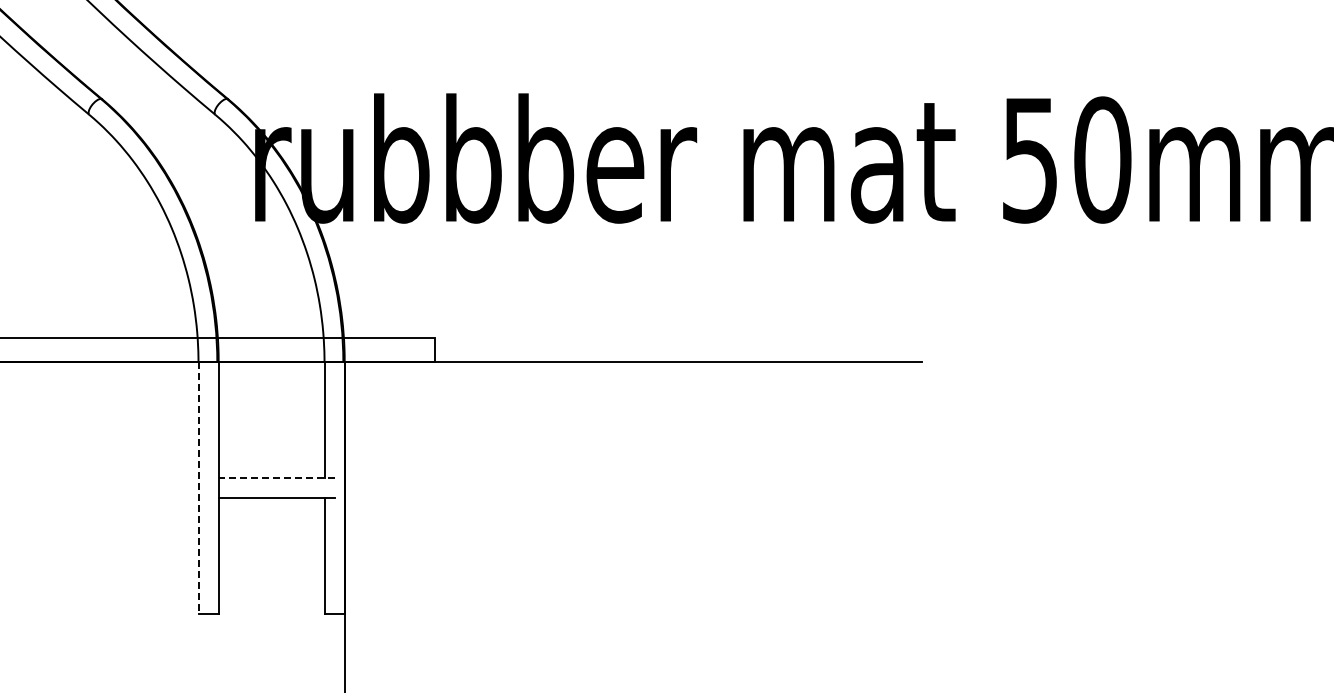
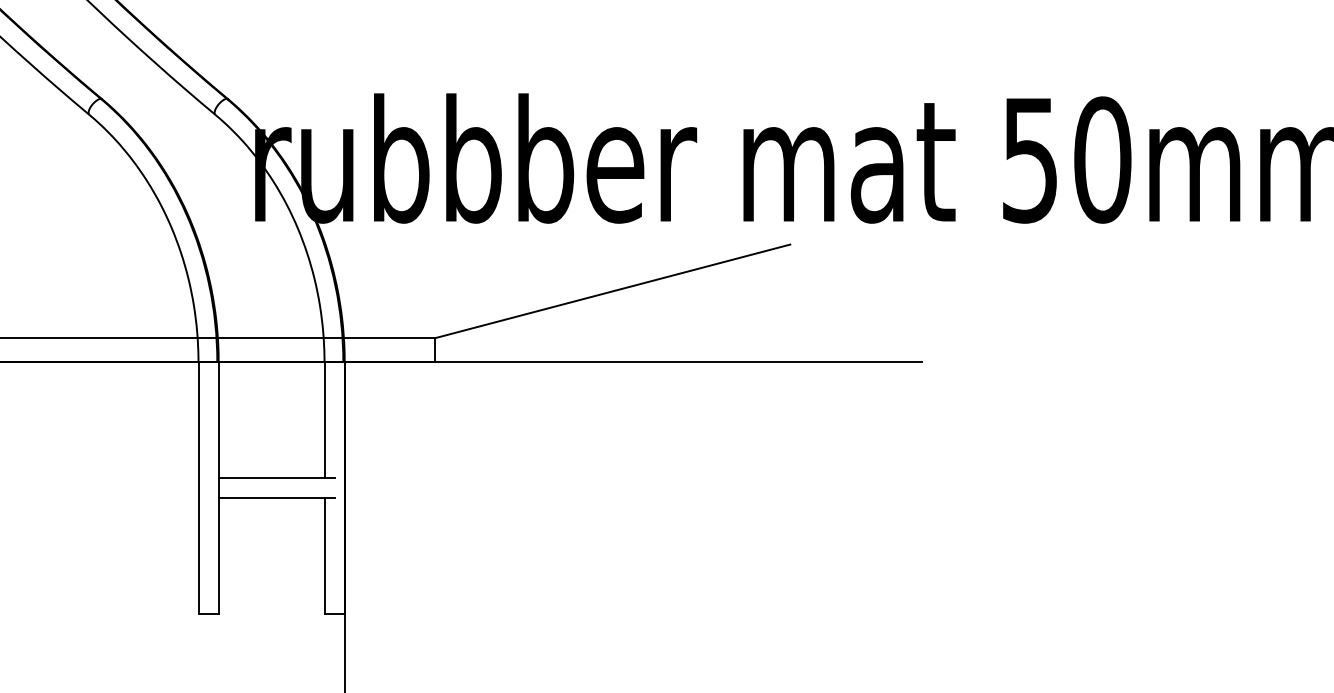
line at (612, 291): none -> present
line at (276, 478): dashed -> solid
line at (198, 488): dashed -> solid
